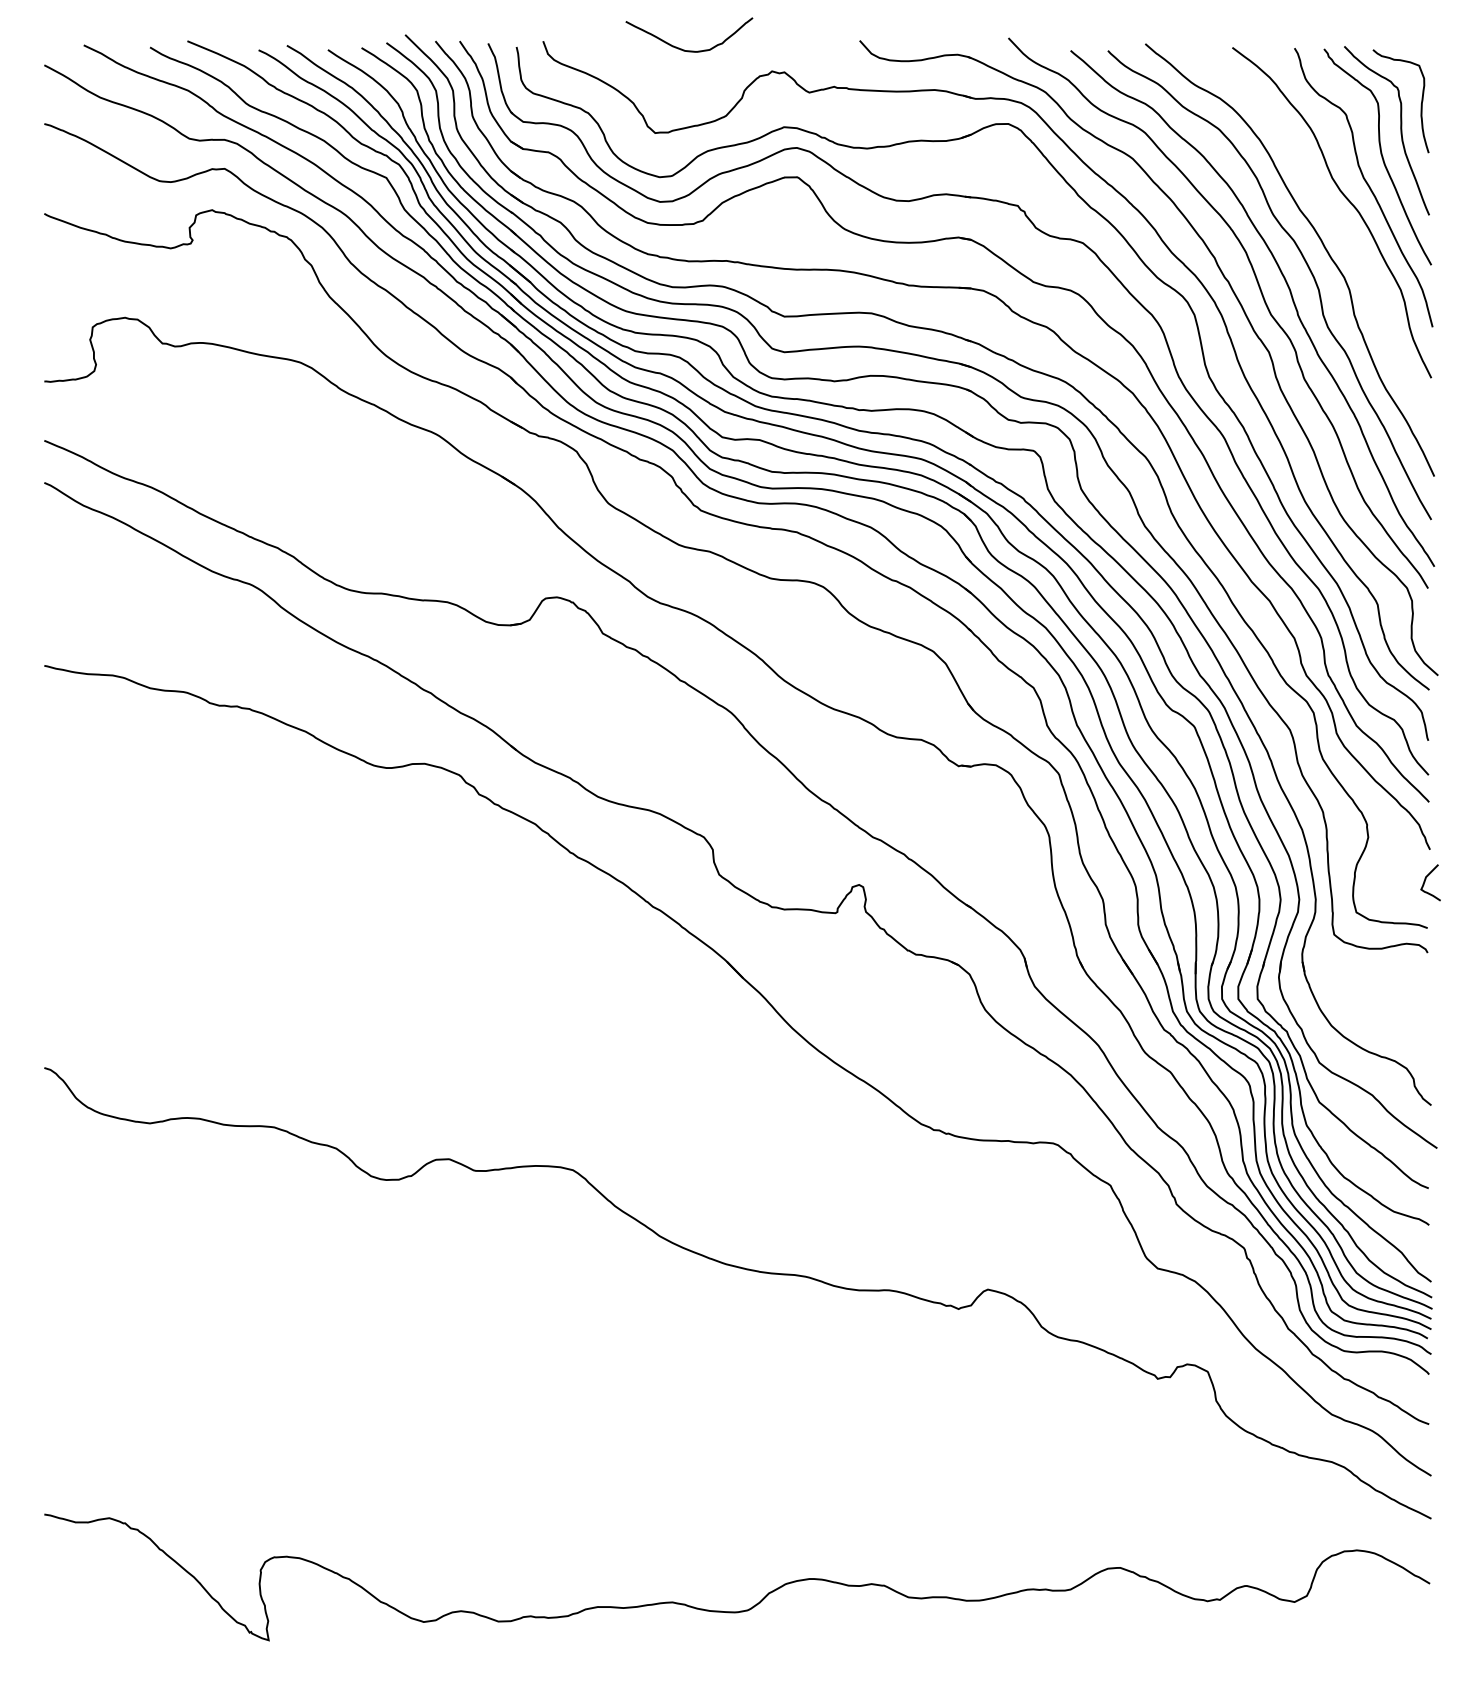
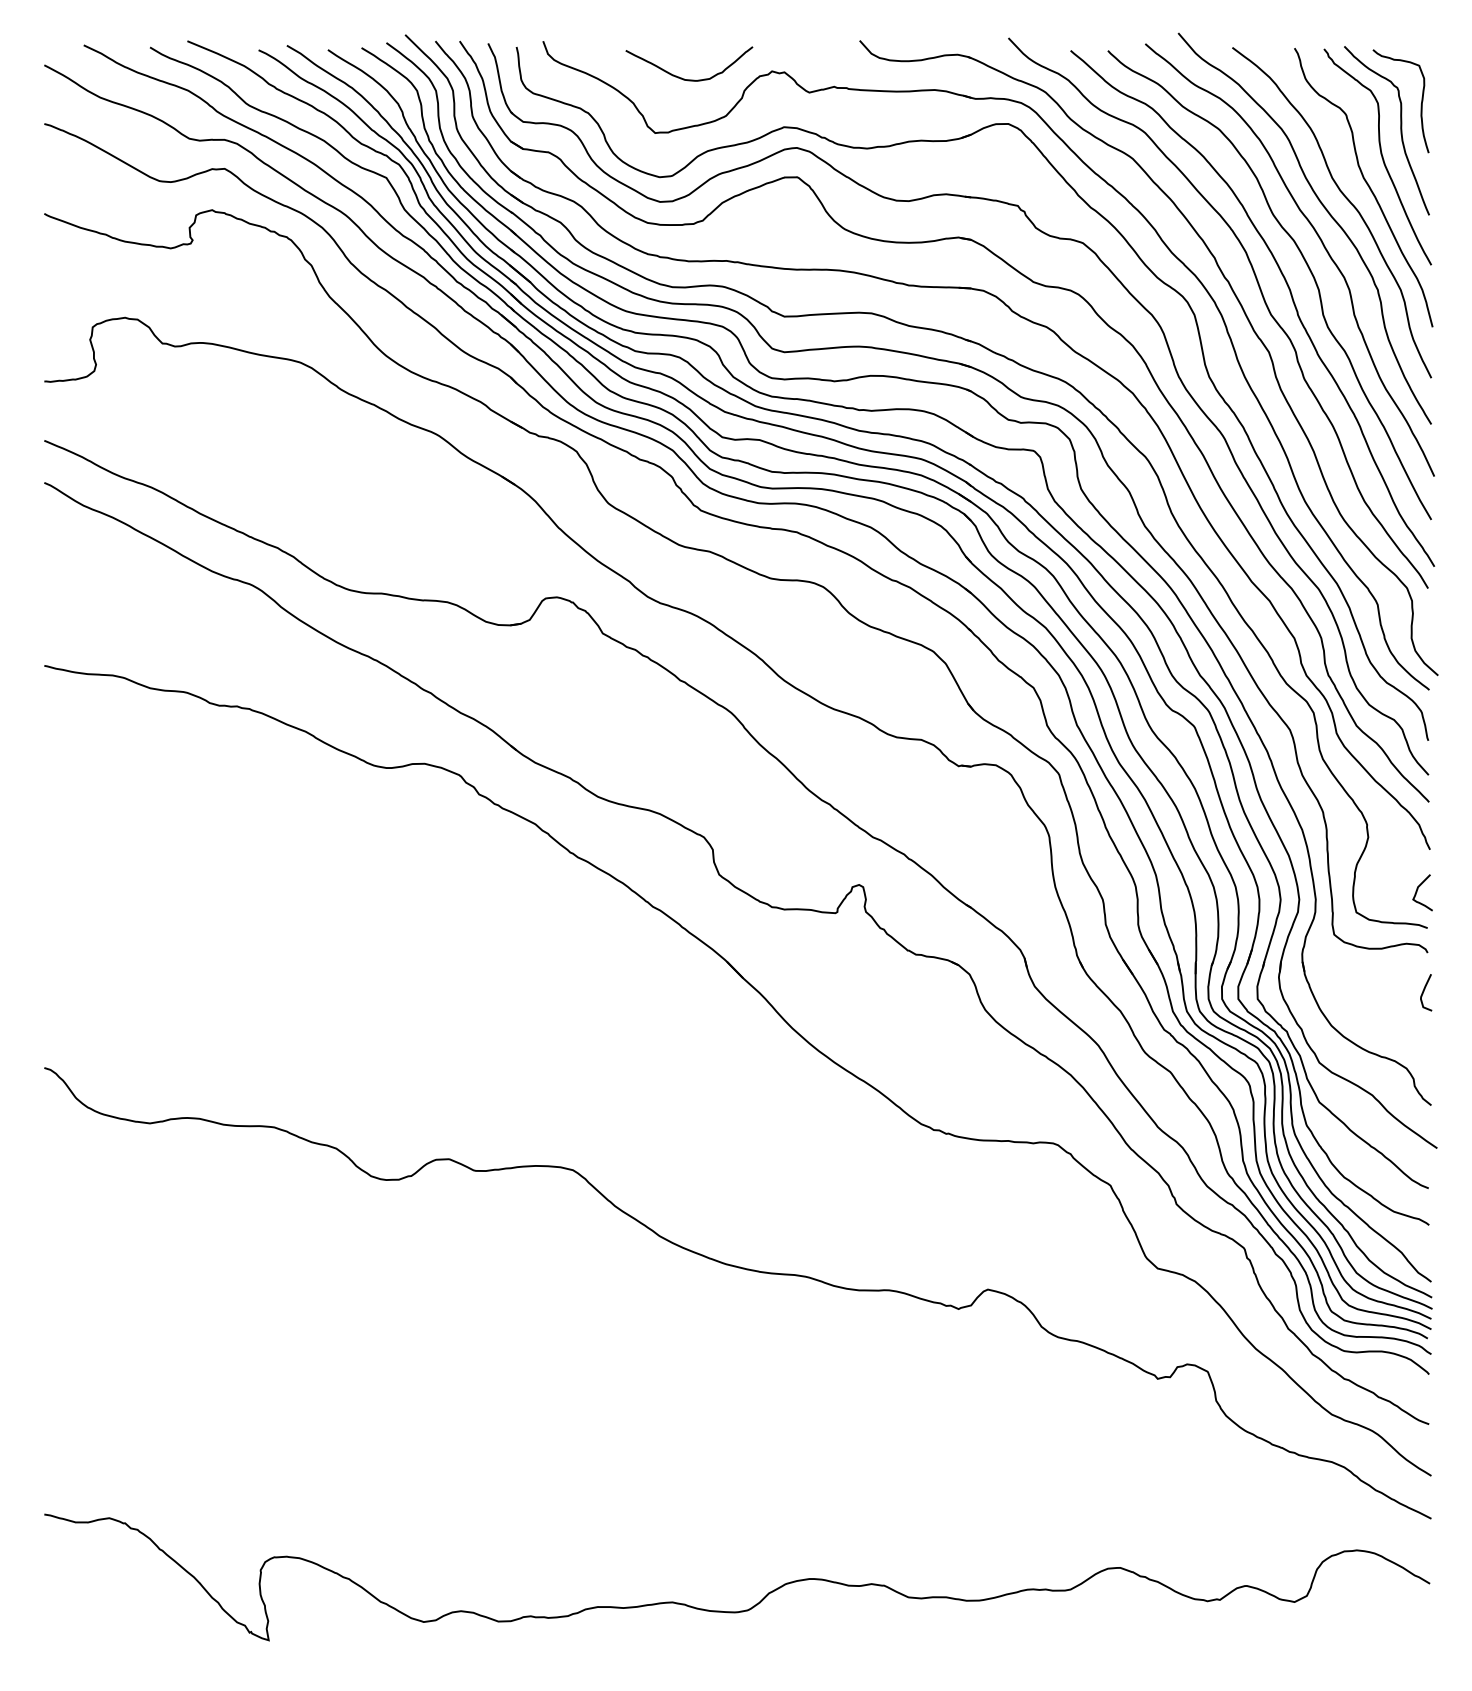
curve at (684, 49) position: (684, 49) -> (684, 78)
curve at (1325, 210): none -> present
curve at (1426, 879) position: (1426, 879) -> (1418, 889)
curve at (1424, 991): none -> present
